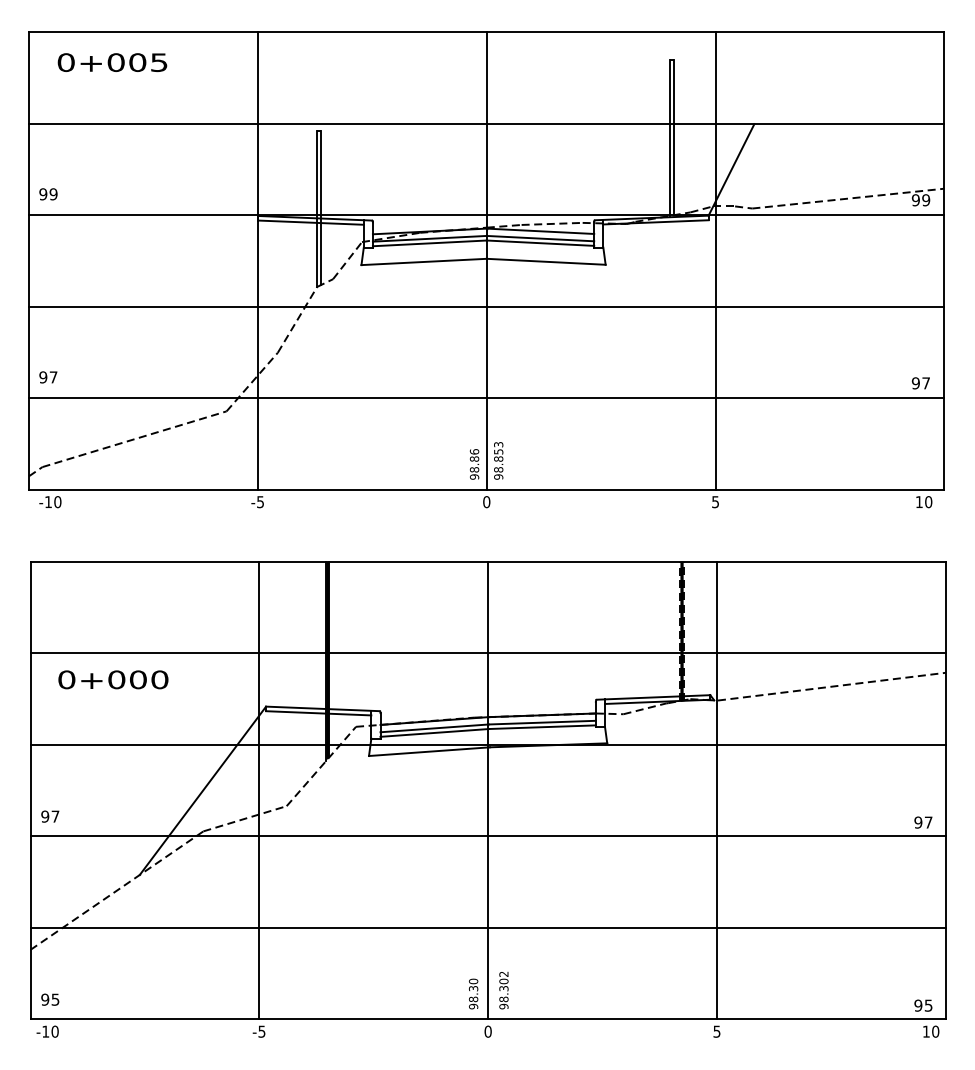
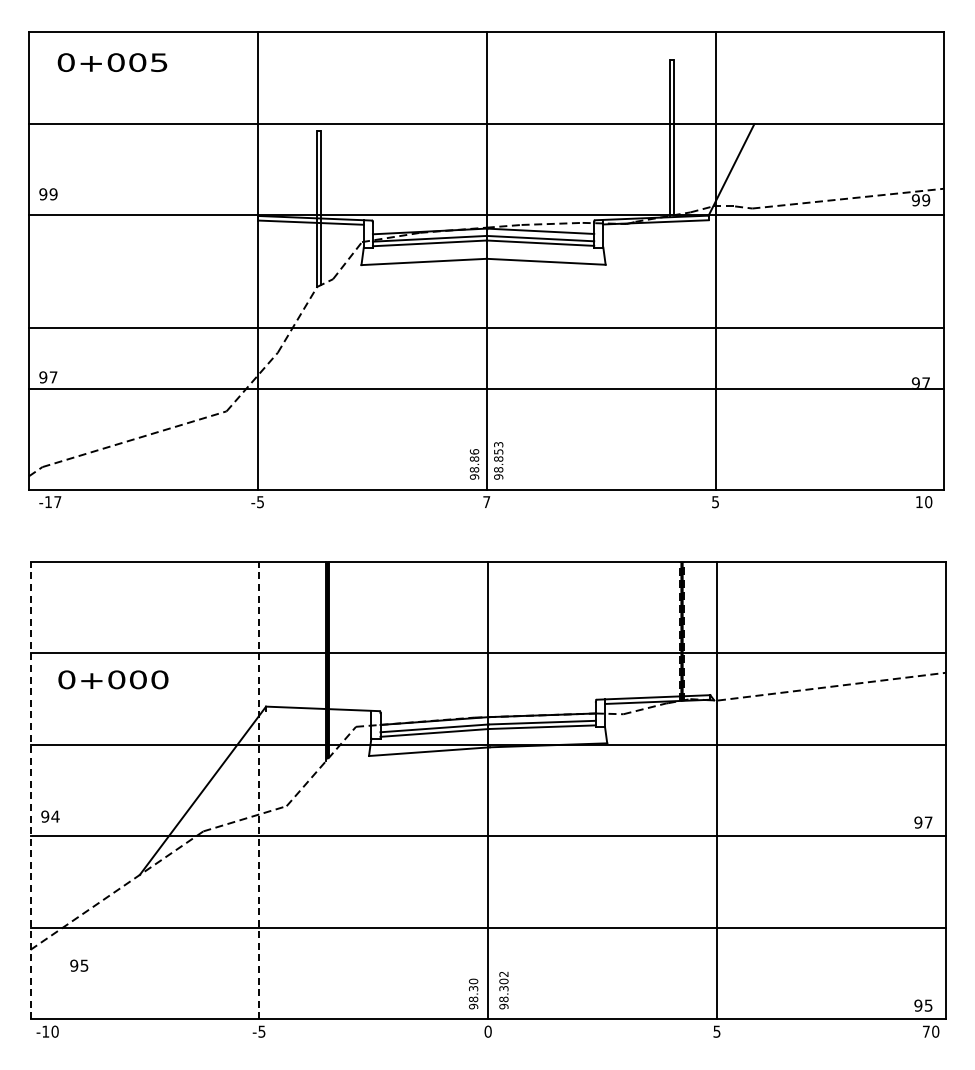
line at (486, 306) position: (486, 306) -> (486, 327)
line at (486, 398) position: (486, 398) -> (486, 389)
text at (57, 502): -10 -> -17
text at (486, 502): 0 -> 7
line at (318, 713): present -> none
line at (30, 790): solid -> dashed
line at (259, 790): solid -> dashed
text at (55, 816): 97 -> 94
text at (50, 999) position: (50, 999) -> (79, 965)
text at (926, 1031): 10 -> 70
